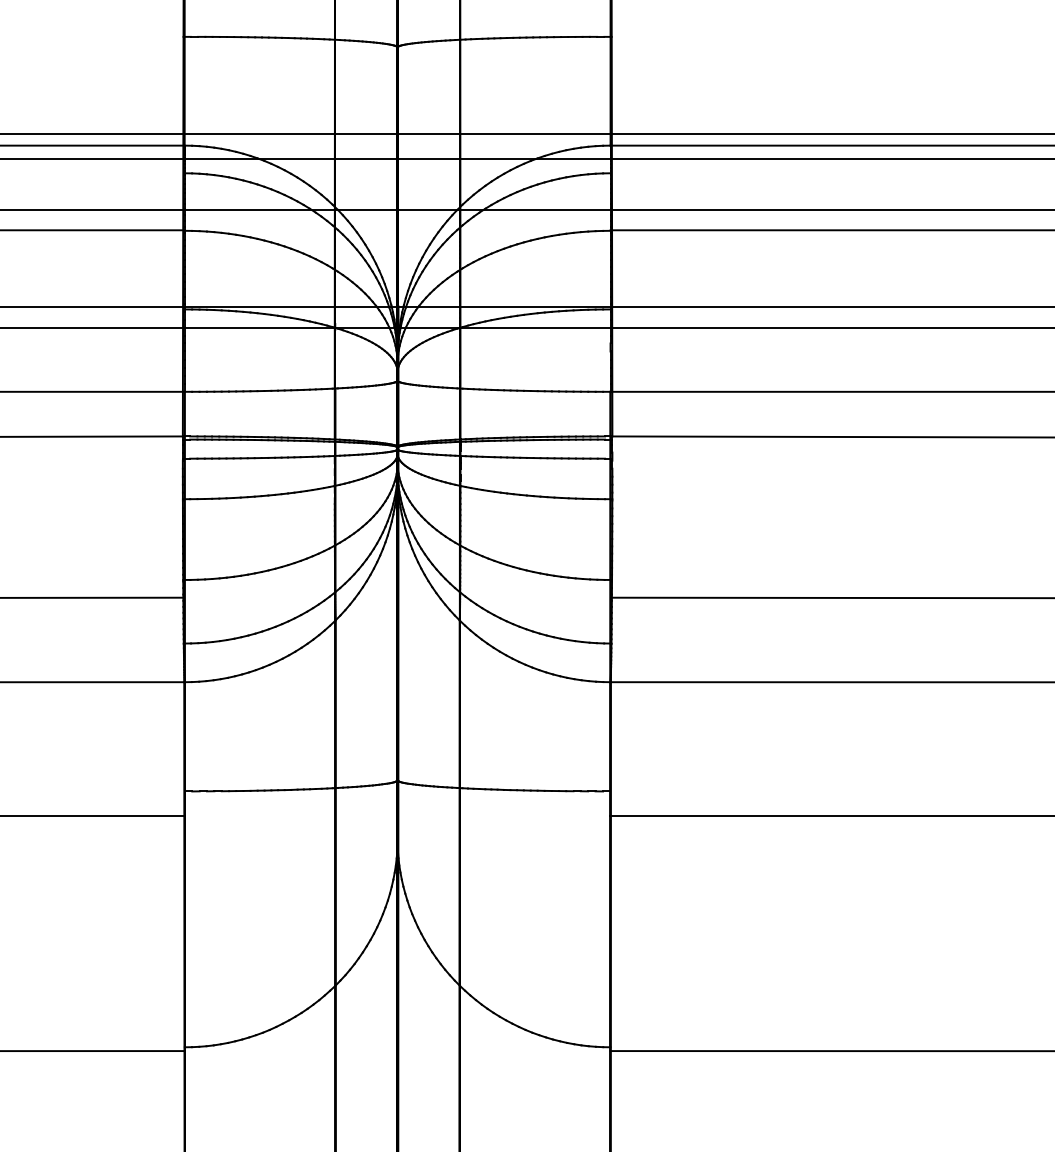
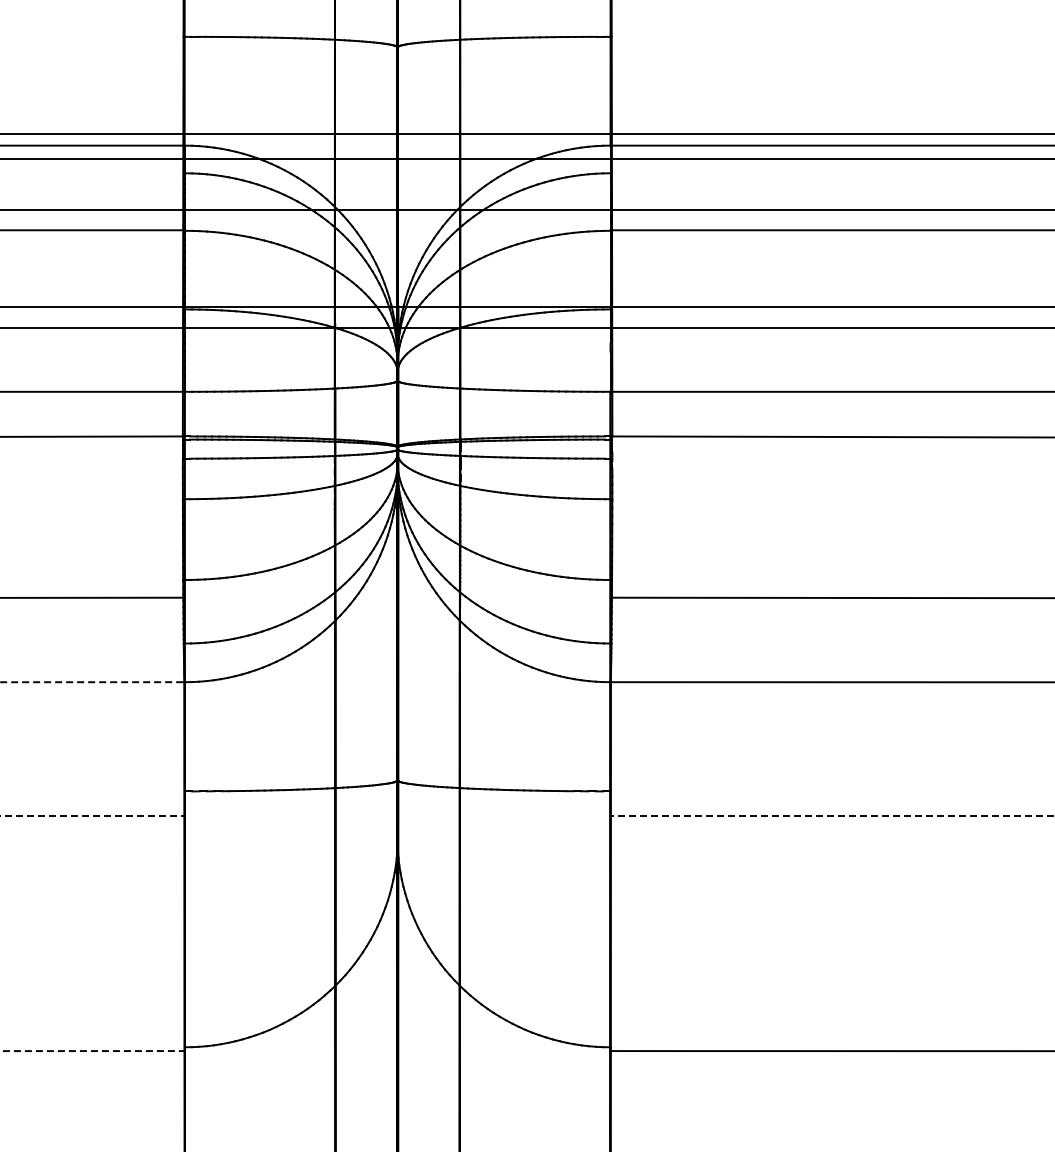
line at (92, 682): solid -> dashed
line at (92, 815): solid -> dashed
line at (832, 815): solid -> dashed
line at (92, 1051): solid -> dashed
